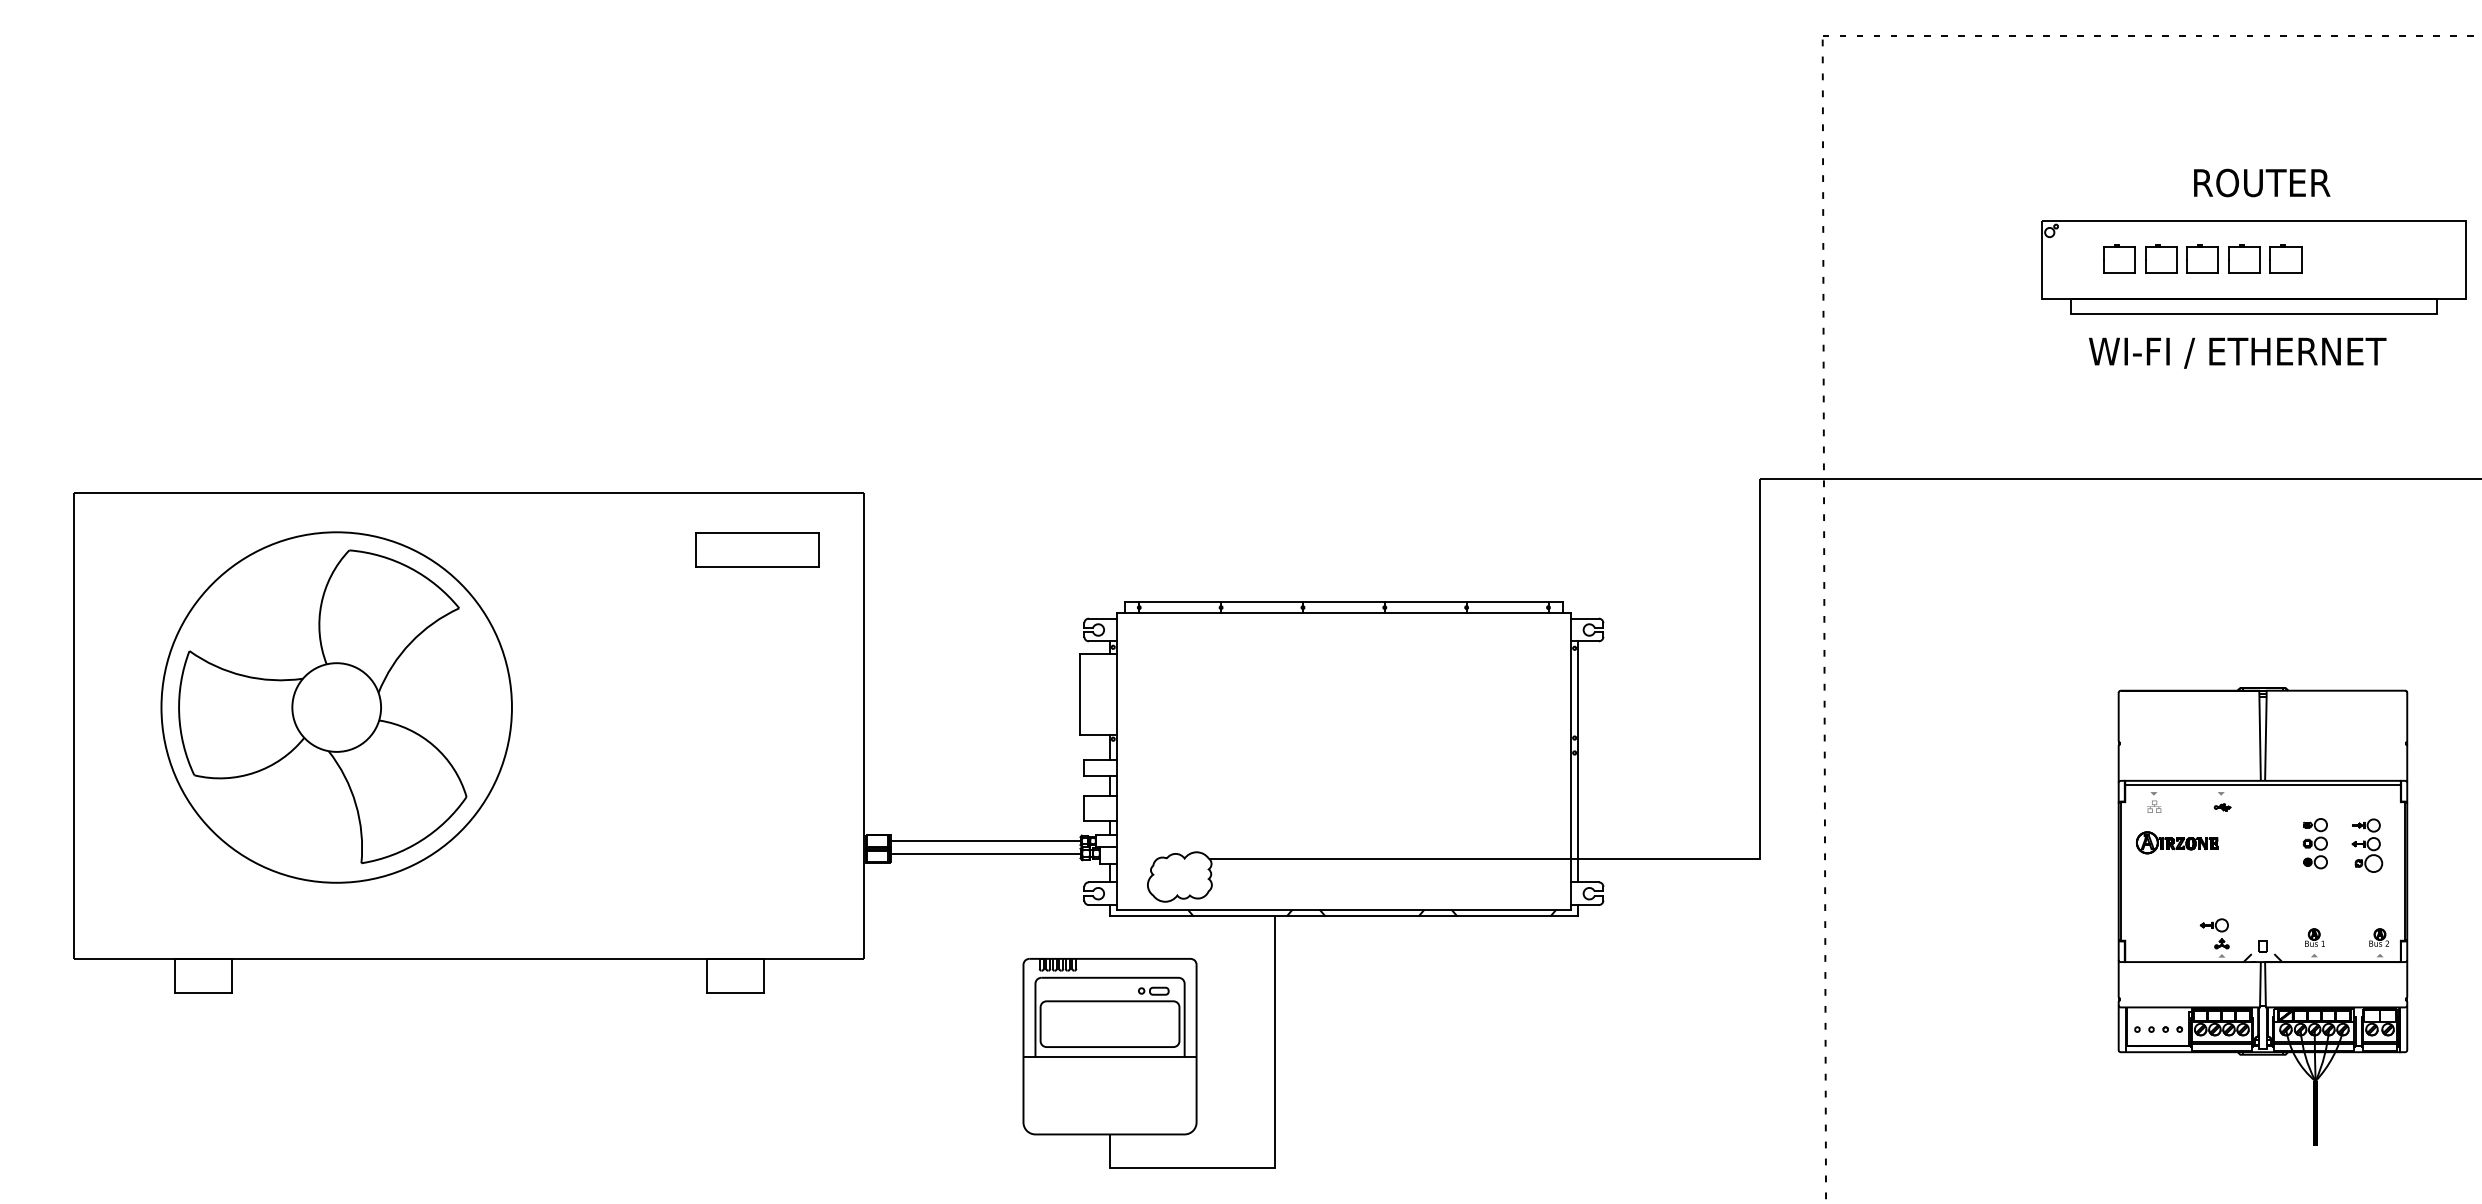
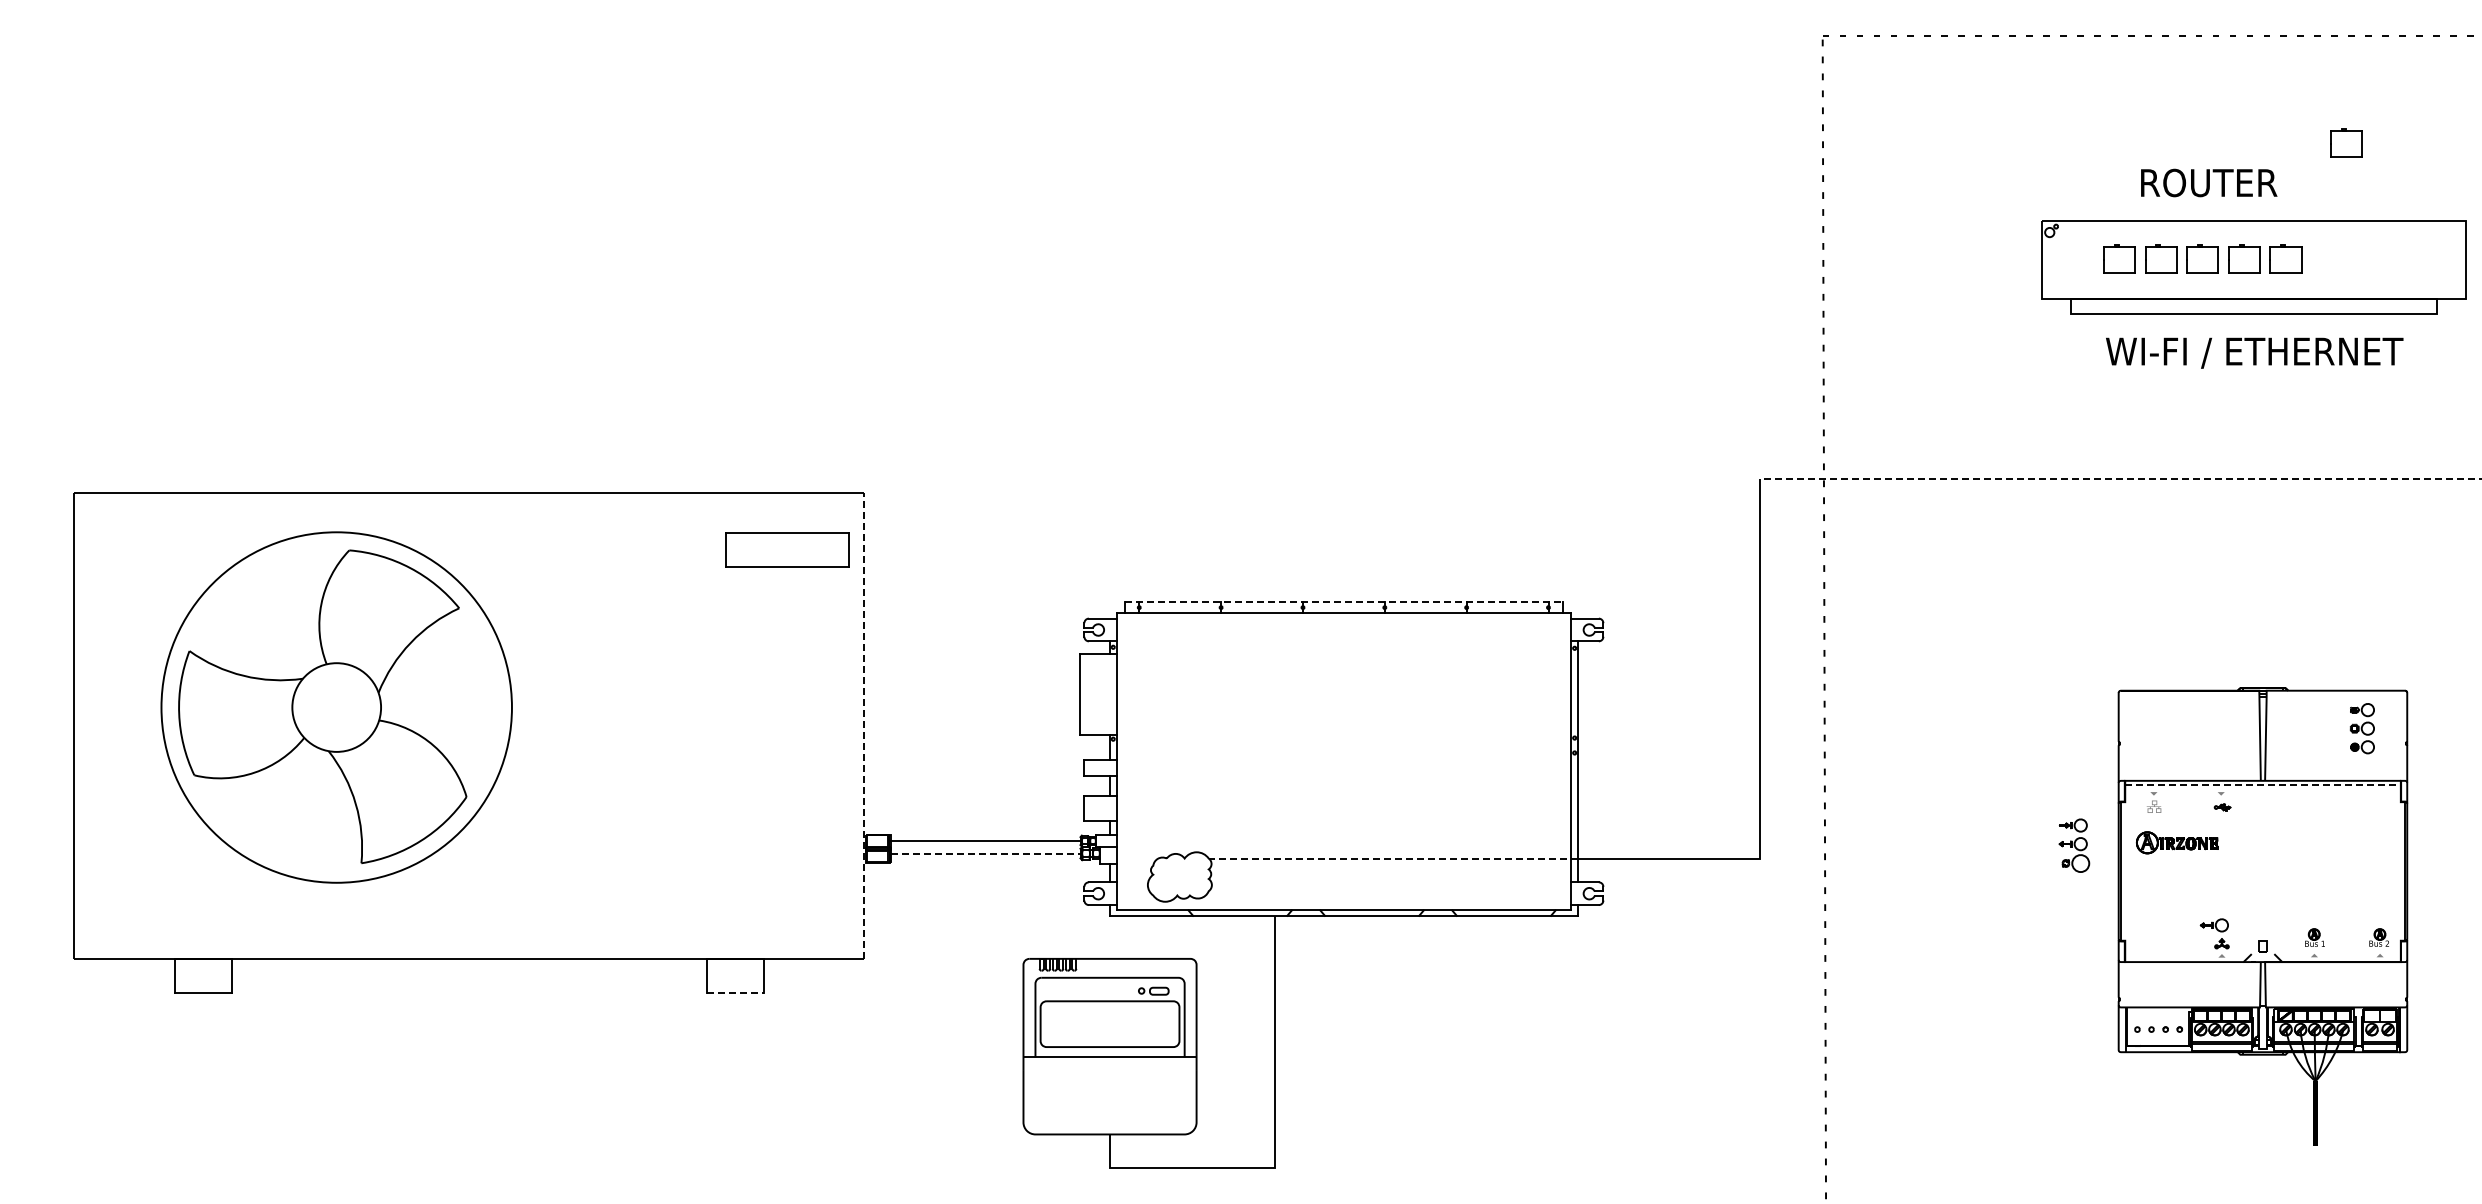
part at (2346, 142): none -> present
text at (2262, 182) position: (2262, 182) -> (2209, 182)
text at (2237, 352) position: (2237, 352) -> (2254, 352)
line at (2120, 478): solid -> dashed
part at (757, 549) position: (757, 549) -> (787, 549)
line at (1343, 602): solid -> dashed
line at (864, 725): solid -> dashed
line at (2263, 785): solid -> dashed
part at (2314, 843) position: (2314, 843) -> (2361, 728)
part at (2367, 845) position: (2367, 845) -> (2074, 845)
line at (985, 853): solid -> dashed
line at (1392, 859): solid -> dashed
line at (735, 993): solid -> dashed
